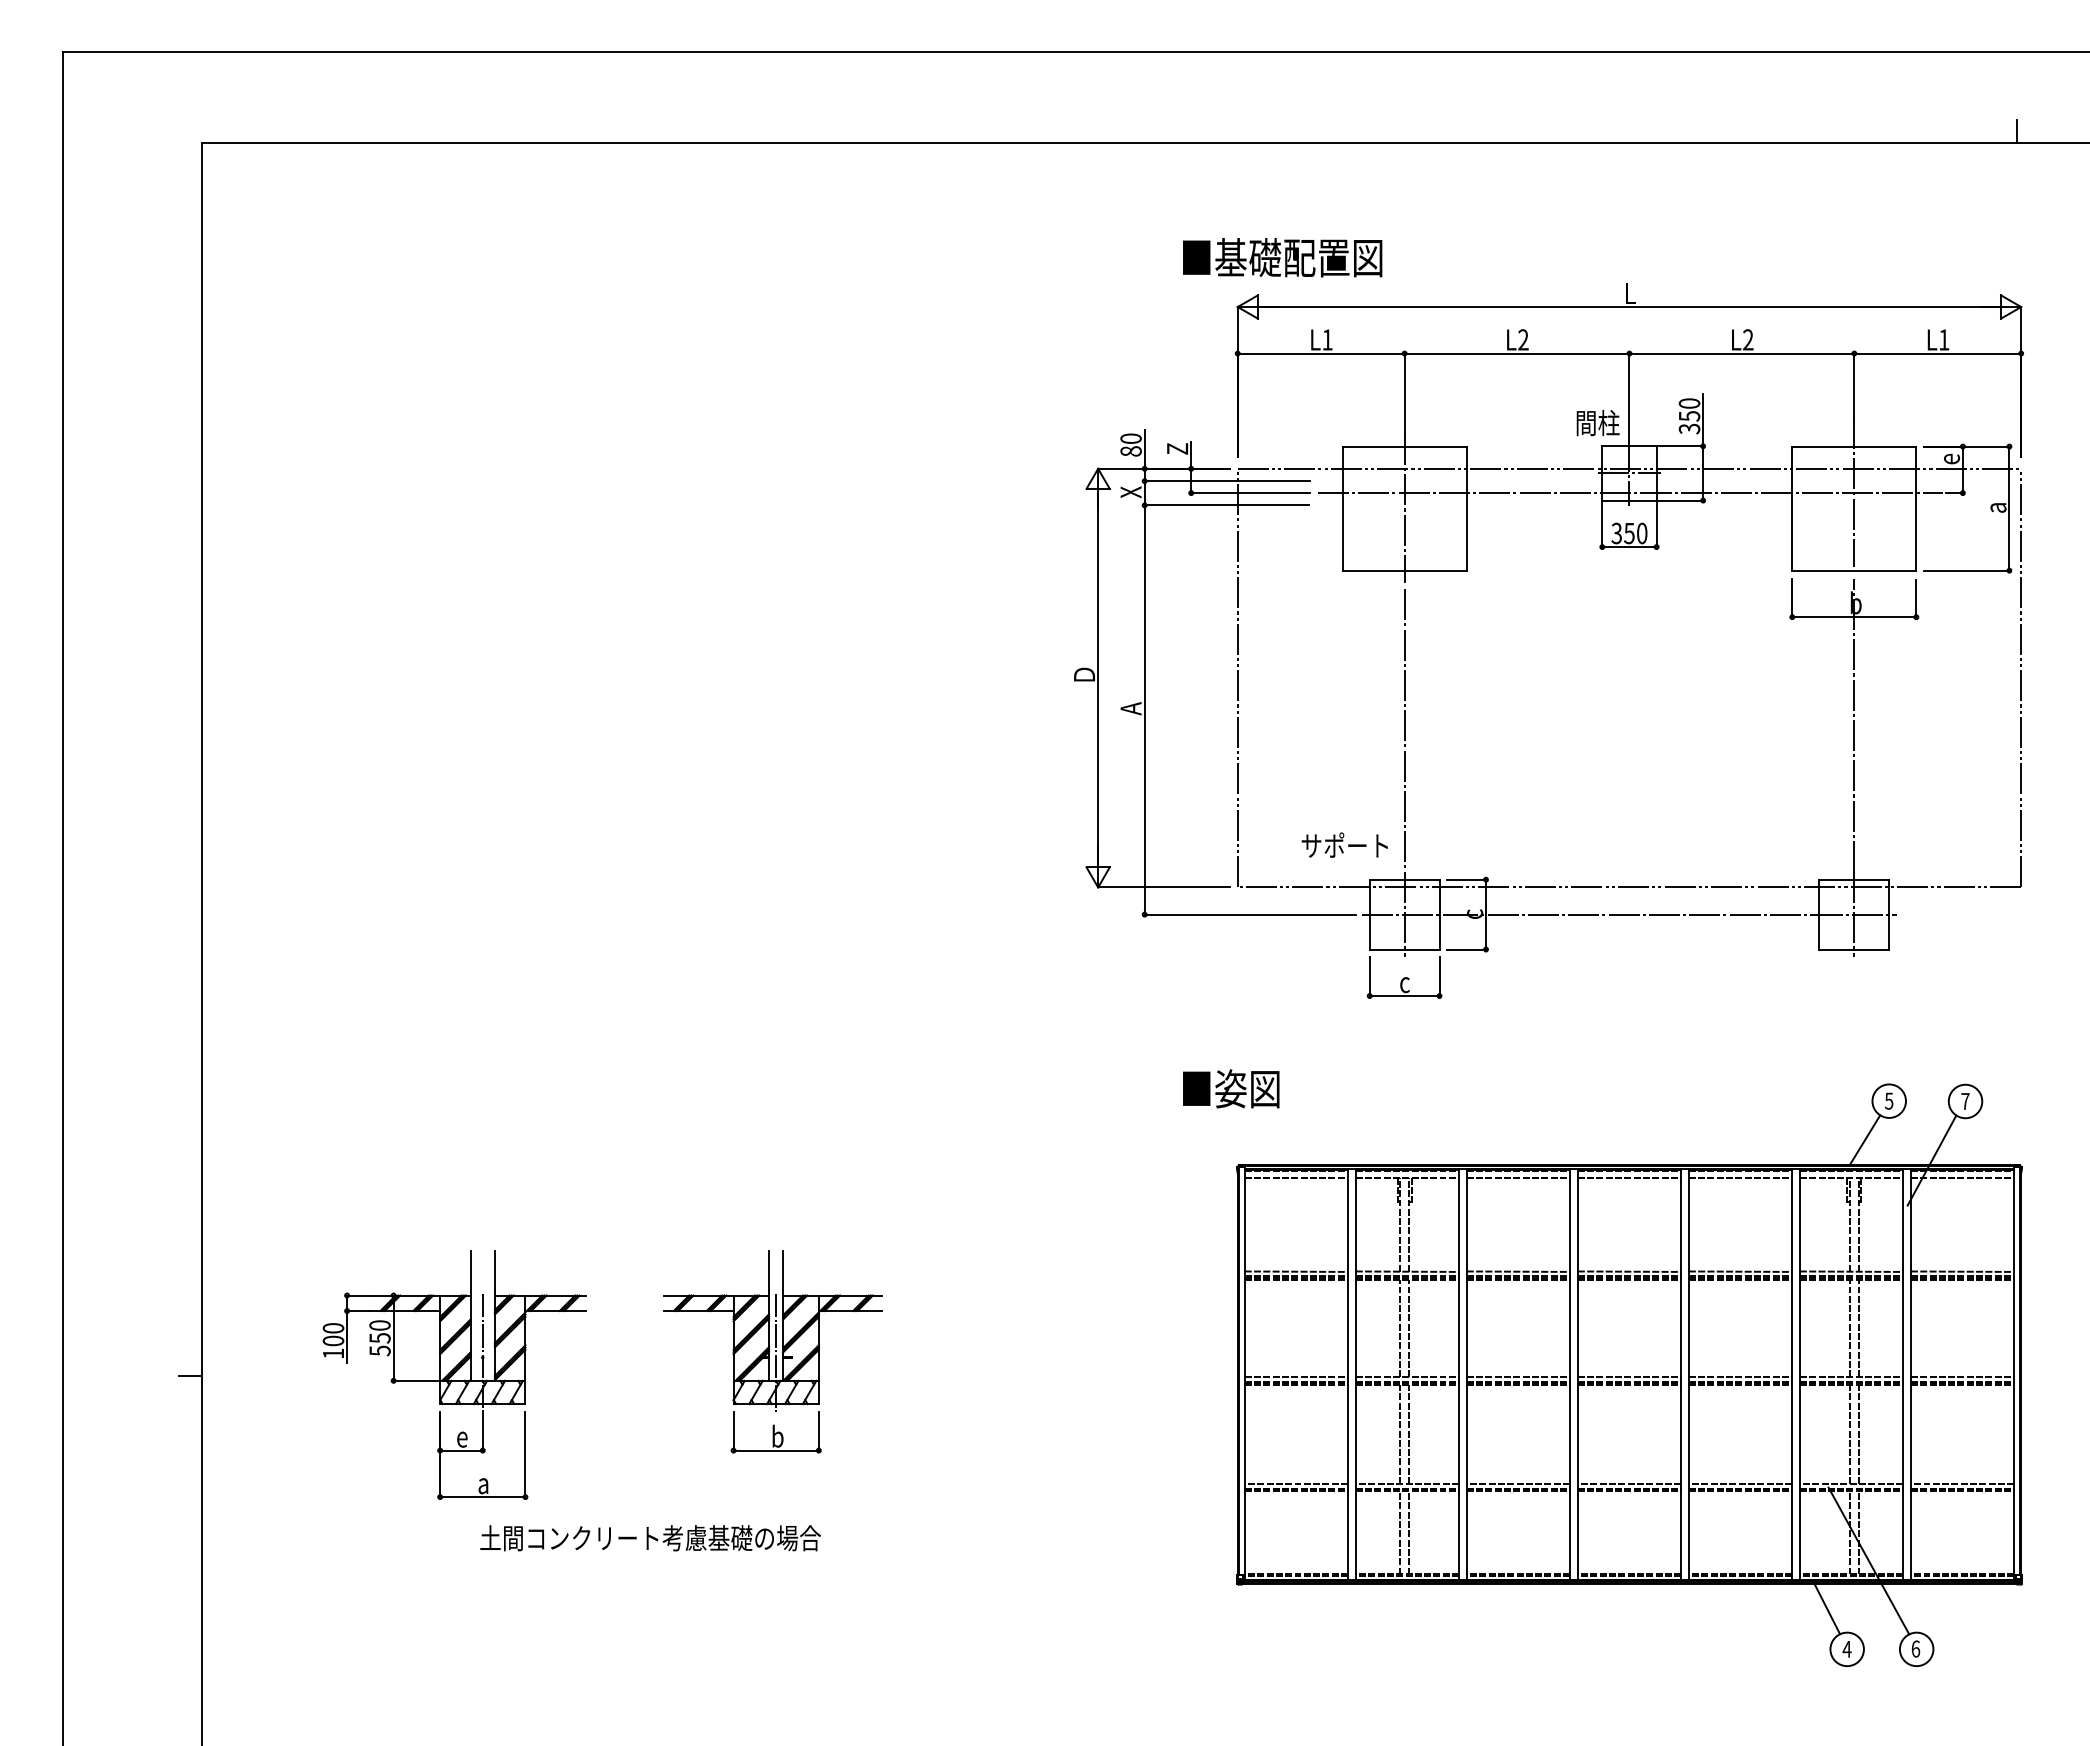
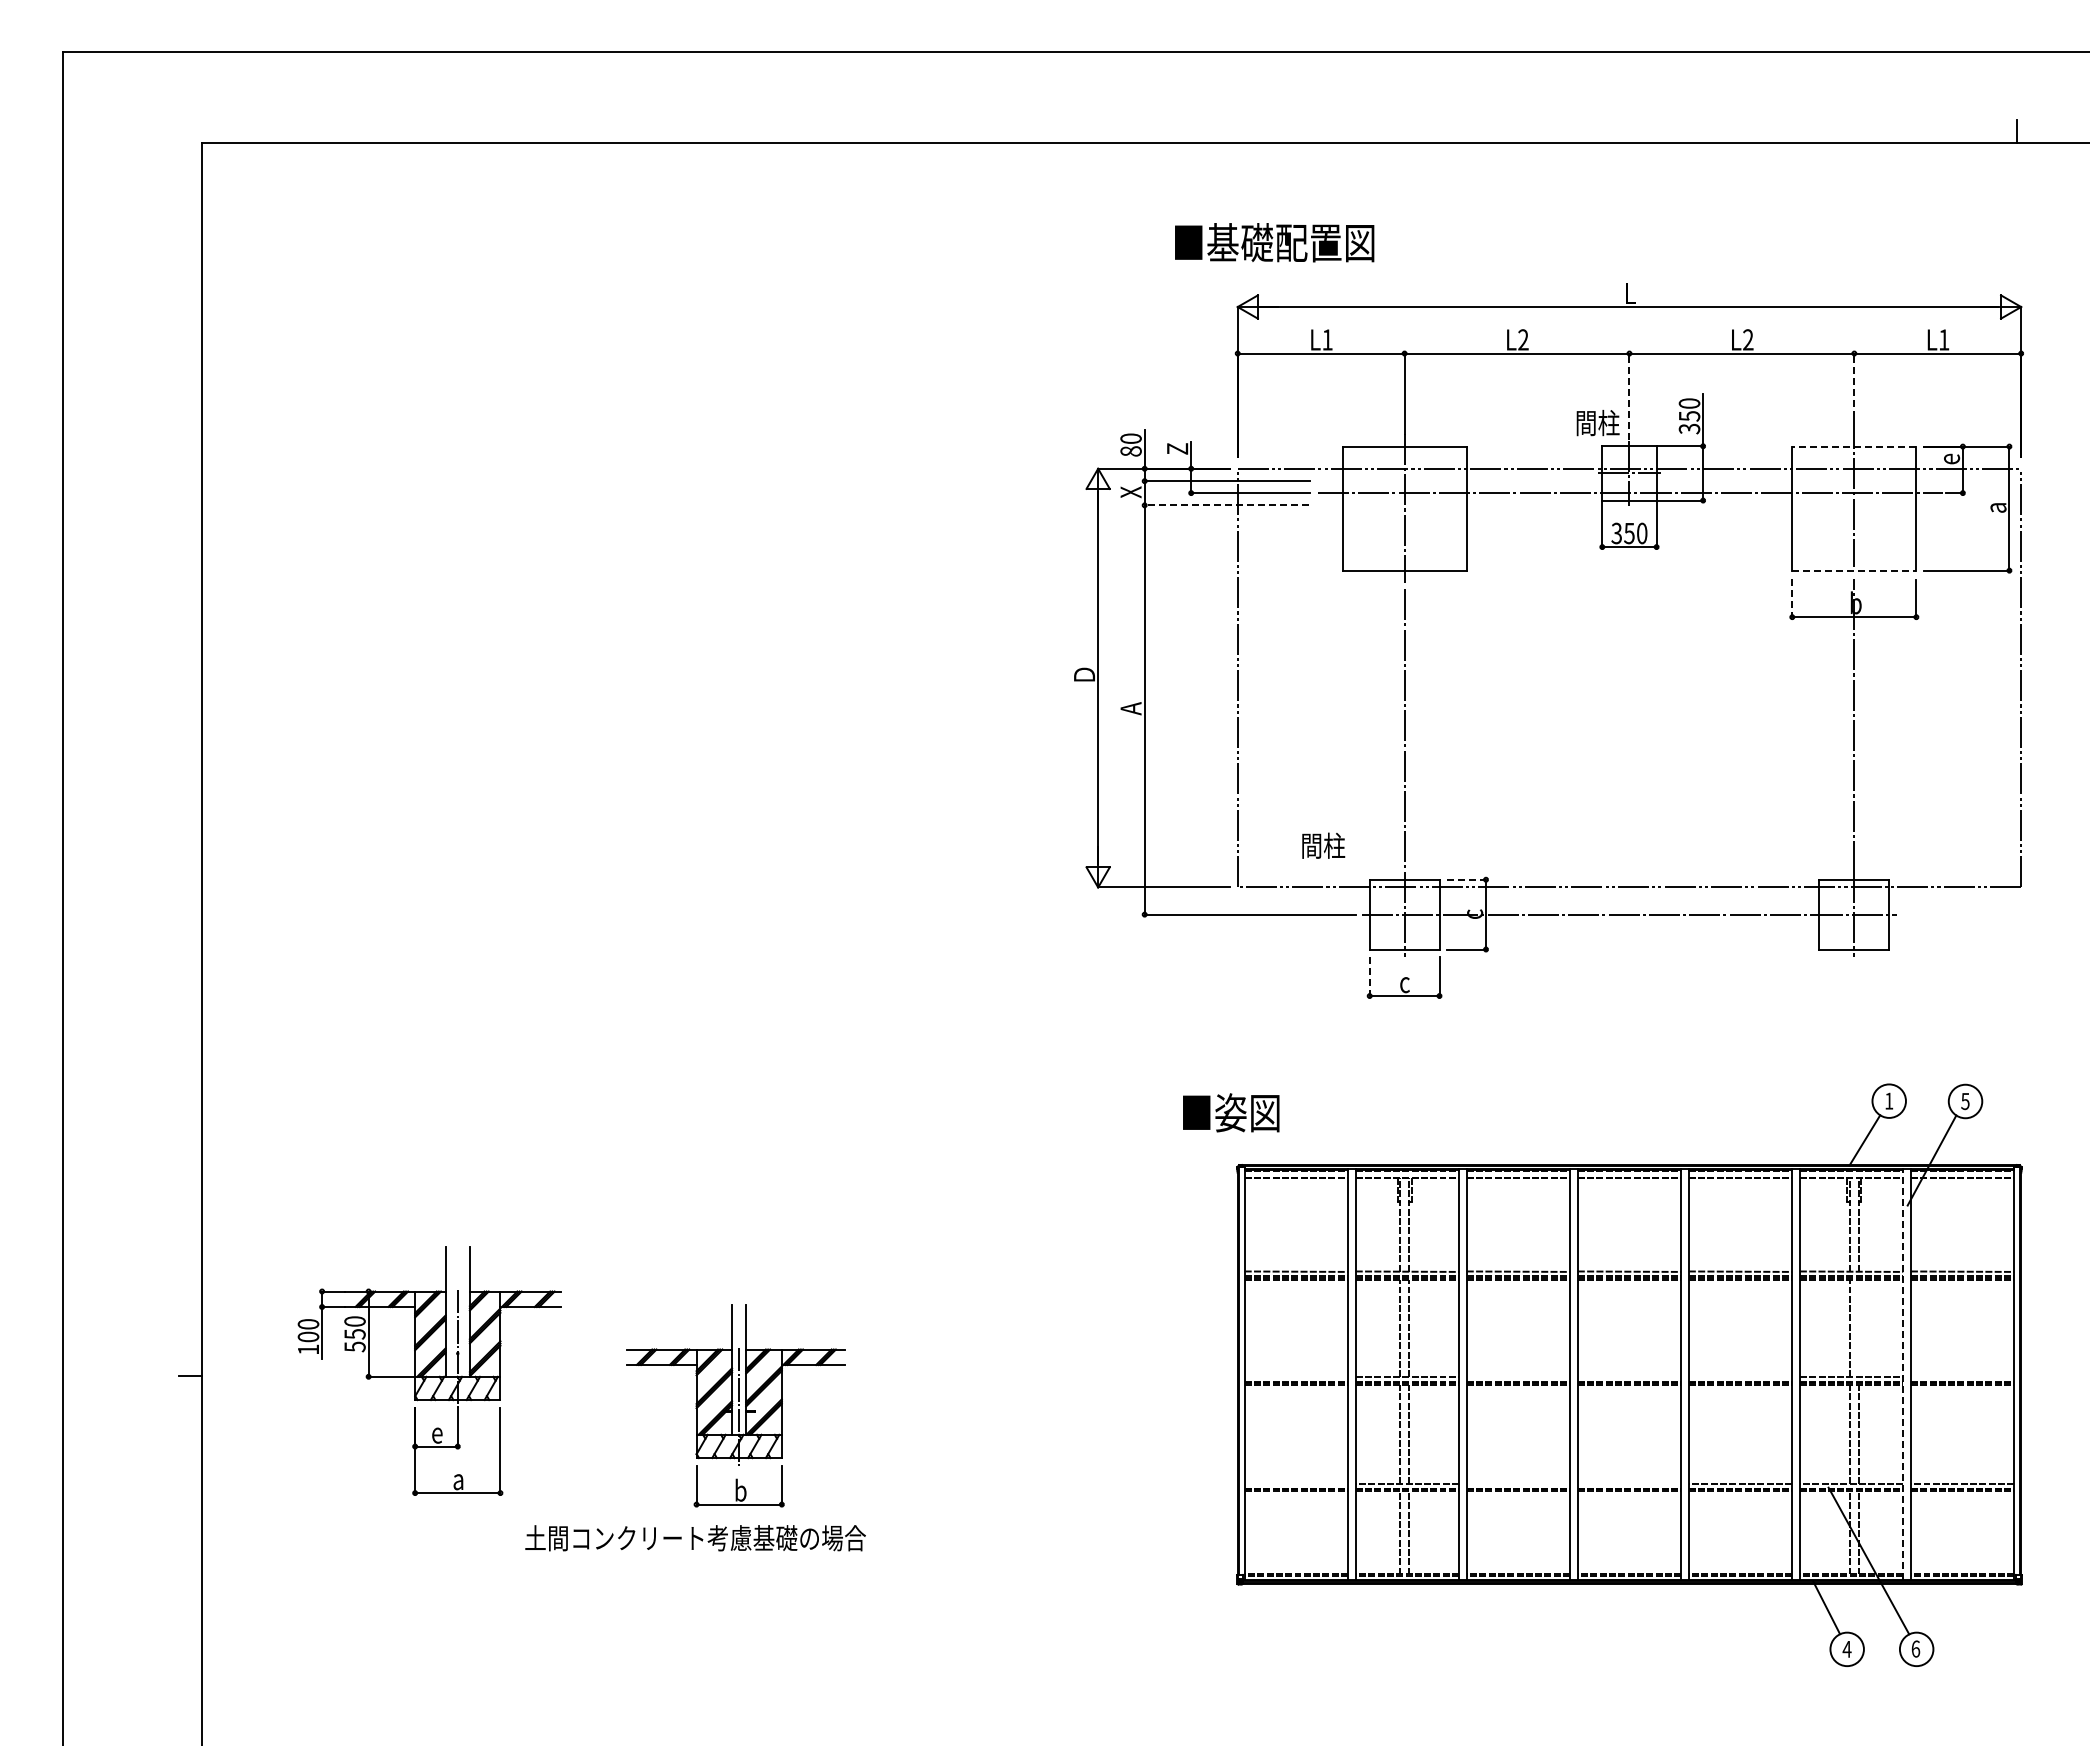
text at (1282, 257) position: (1282, 257) -> (1274, 242)
line at (1854, 385): solid -> dashed
line at (1629, 396): solid -> dashed
line at (1853, 446): solid -> dashed
line at (1226, 505): solid -> dashed
line at (1854, 570): solid -> dashed
line at (1792, 598): solid -> dashed
text at (1344, 845): サポート -> 間柱
line at (1467, 879): solid -> dashed
line at (1369, 977): solid -> dashed
text at (1231, 1088) position: (1231, 1088) -> (1231, 1112)
text at (1888, 1100): 5 -> 1
text at (1965, 1101): 7 -> 5
line at (1858, 1328): present -> none
part at (772, 1351) position: (772, 1351) -> (735, 1405)
part at (454, 1374) position: (454, 1374) -> (429, 1370)
line at (1903, 1374): solid -> dashed
line at (1296, 1377): present -> none
line at (1518, 1377): present -> none
line at (1629, 1377): present -> none
line at (1740, 1377): present -> none
line at (1962, 1377): present -> none
line at (1296, 1484): present -> none
line at (1518, 1484): present -> none
line at (1629, 1484): present -> none
text at (650, 1538) position: (650, 1538) -> (695, 1538)
